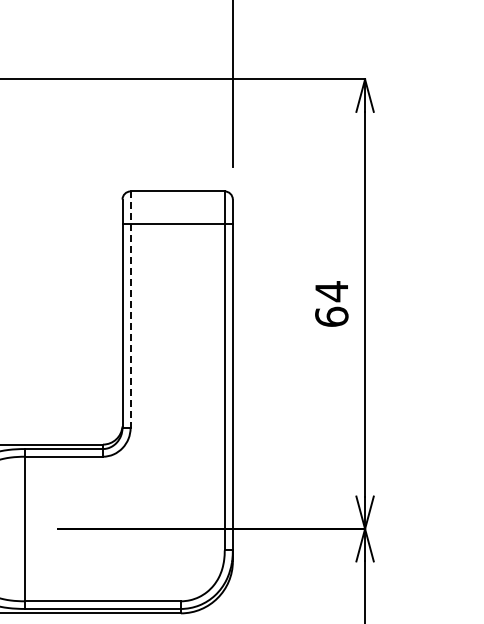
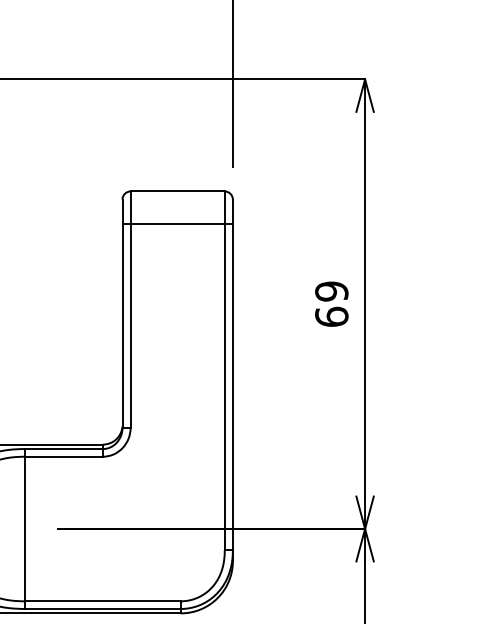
text at (331, 291): 64 -> 69
line at (130, 310): dashed -> solid
